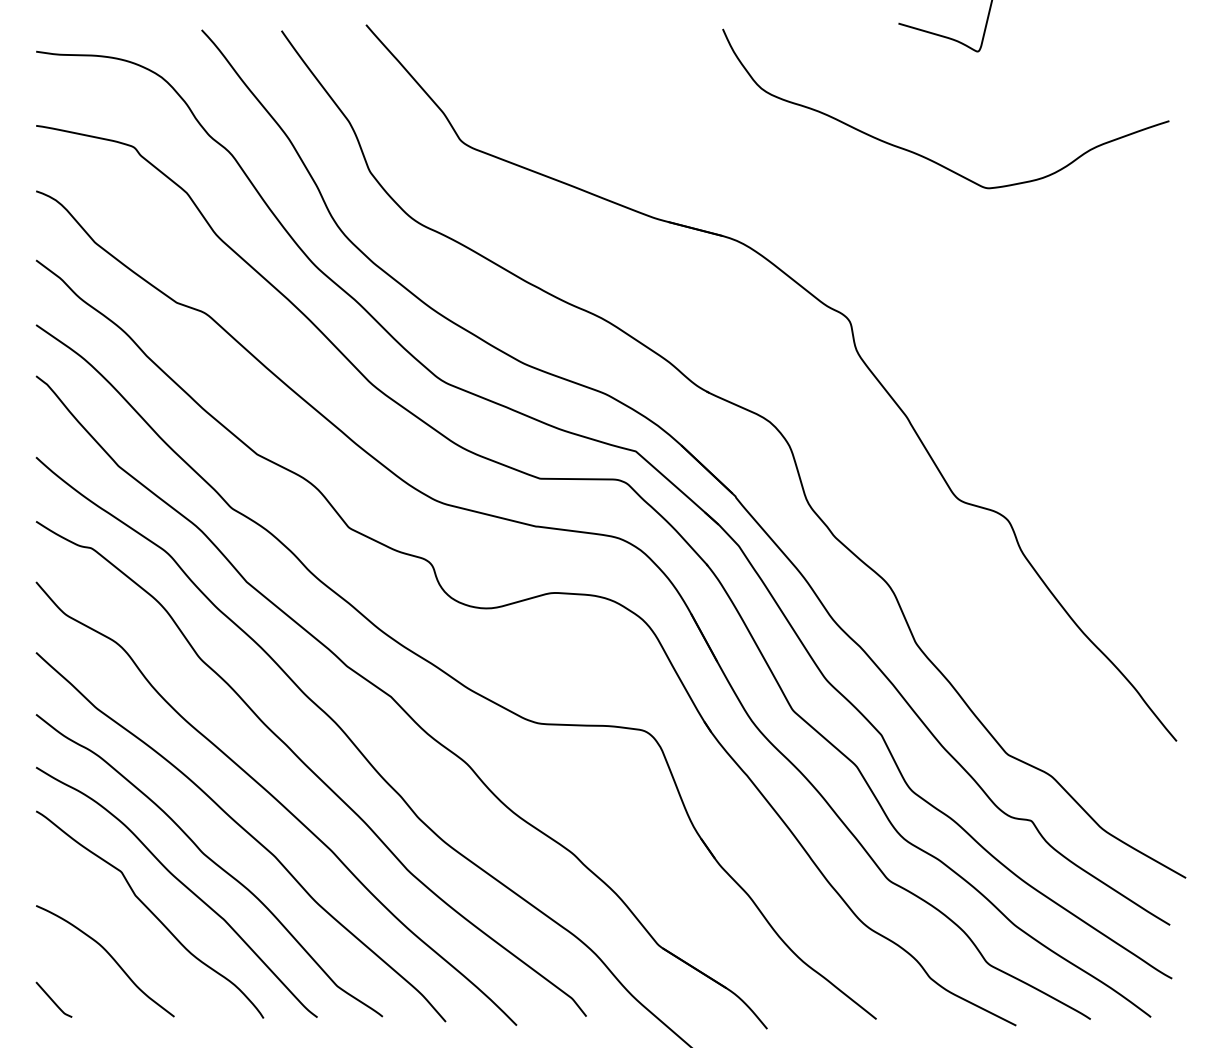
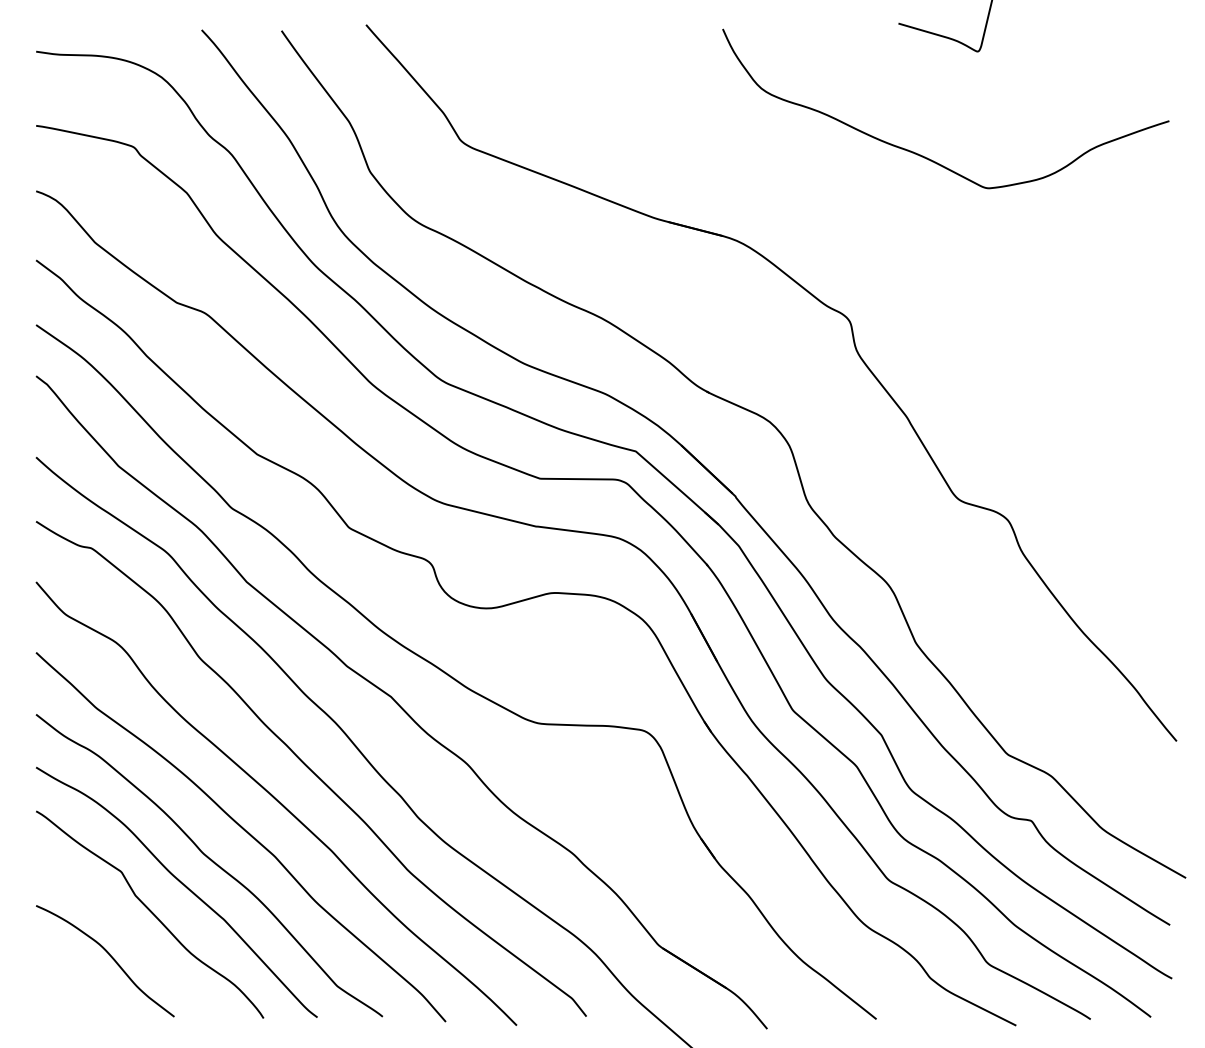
curve at (52, 999): present -> none
